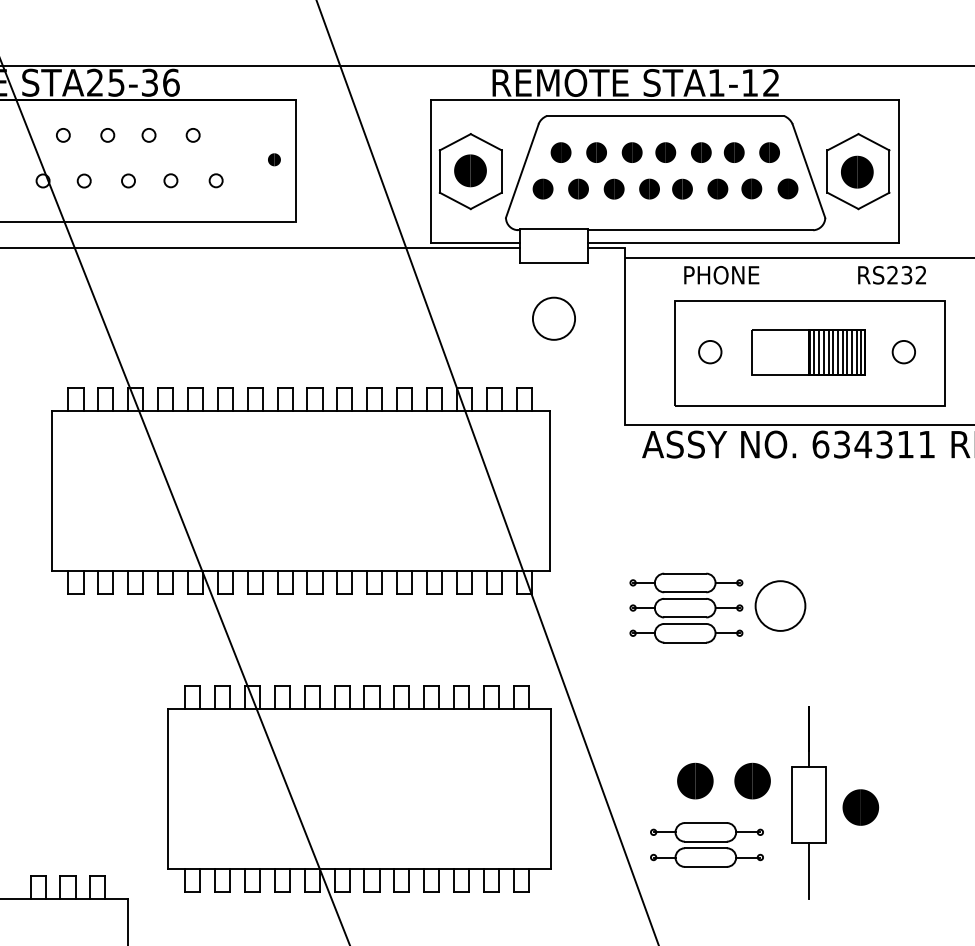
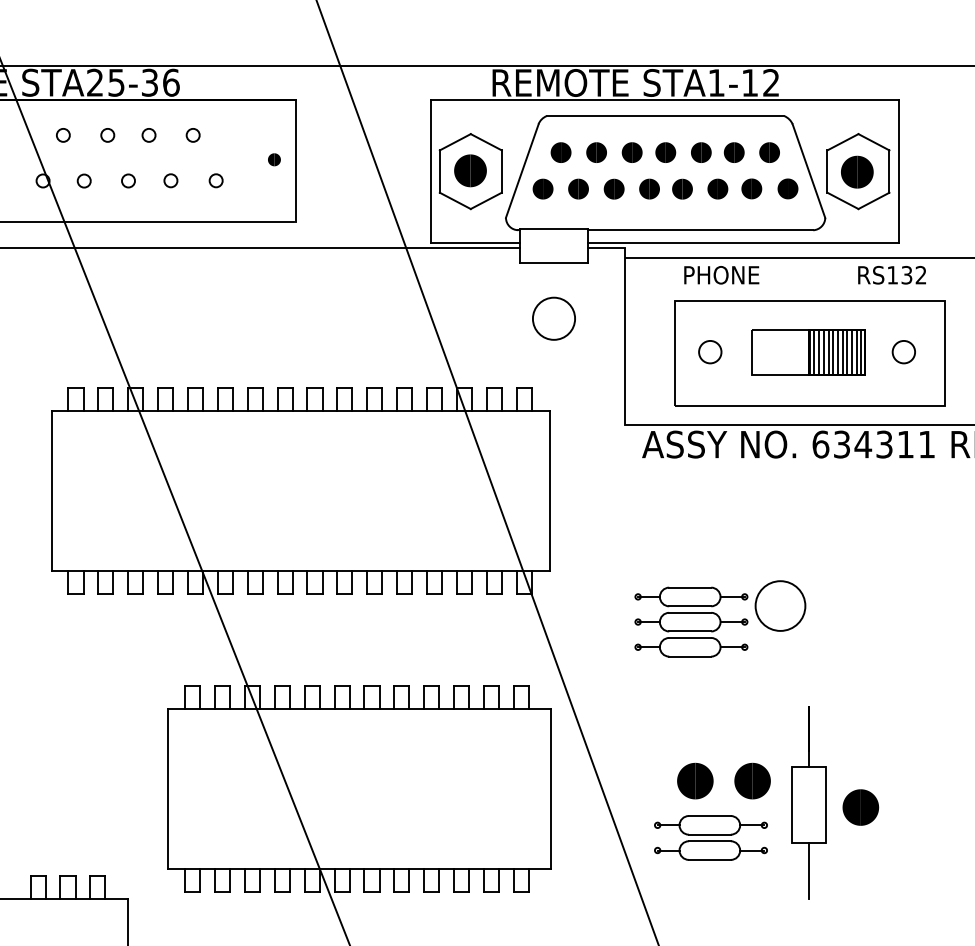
text at (892, 275): RS232 -> RS132
part at (686, 607) position: (686, 607) -> (691, 621)
part at (706, 844) position: (706, 844) -> (710, 837)
